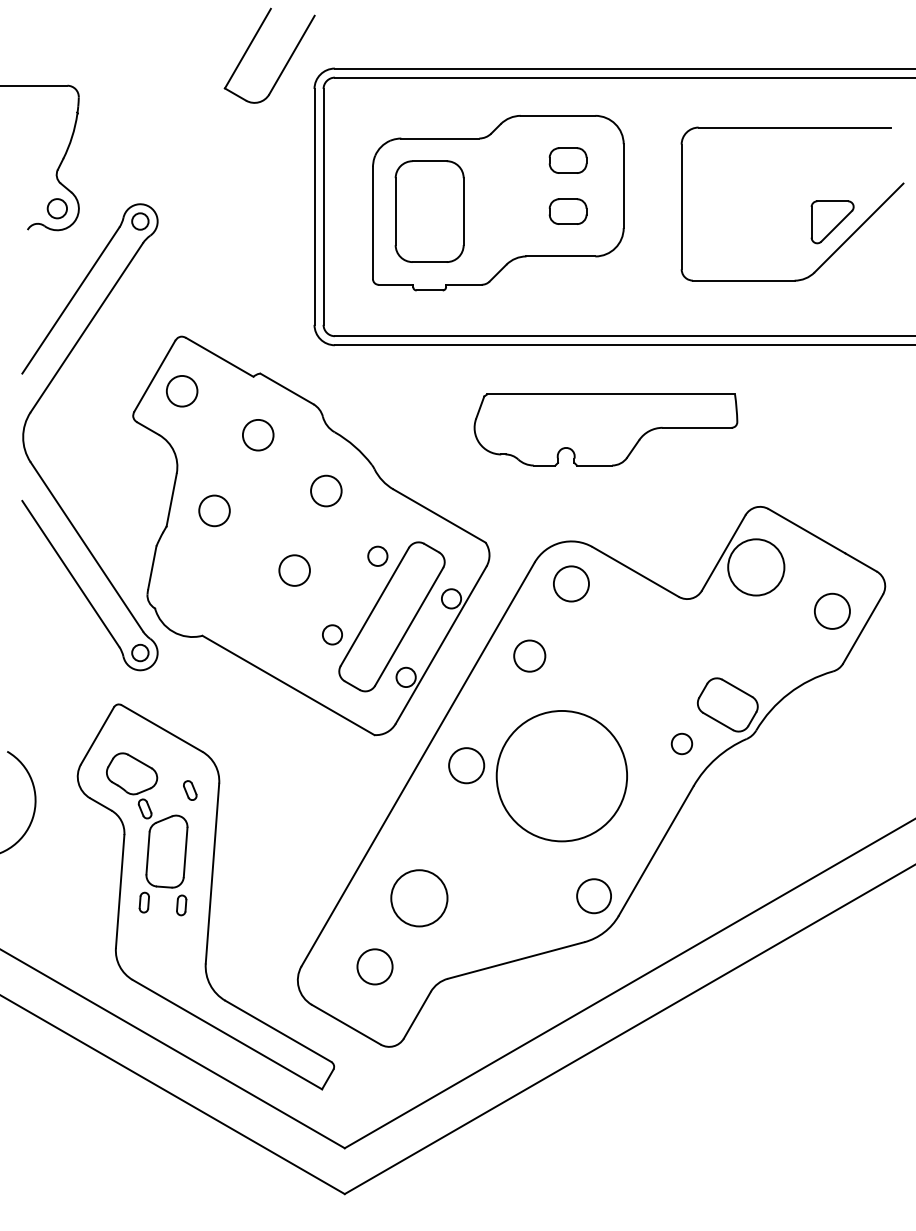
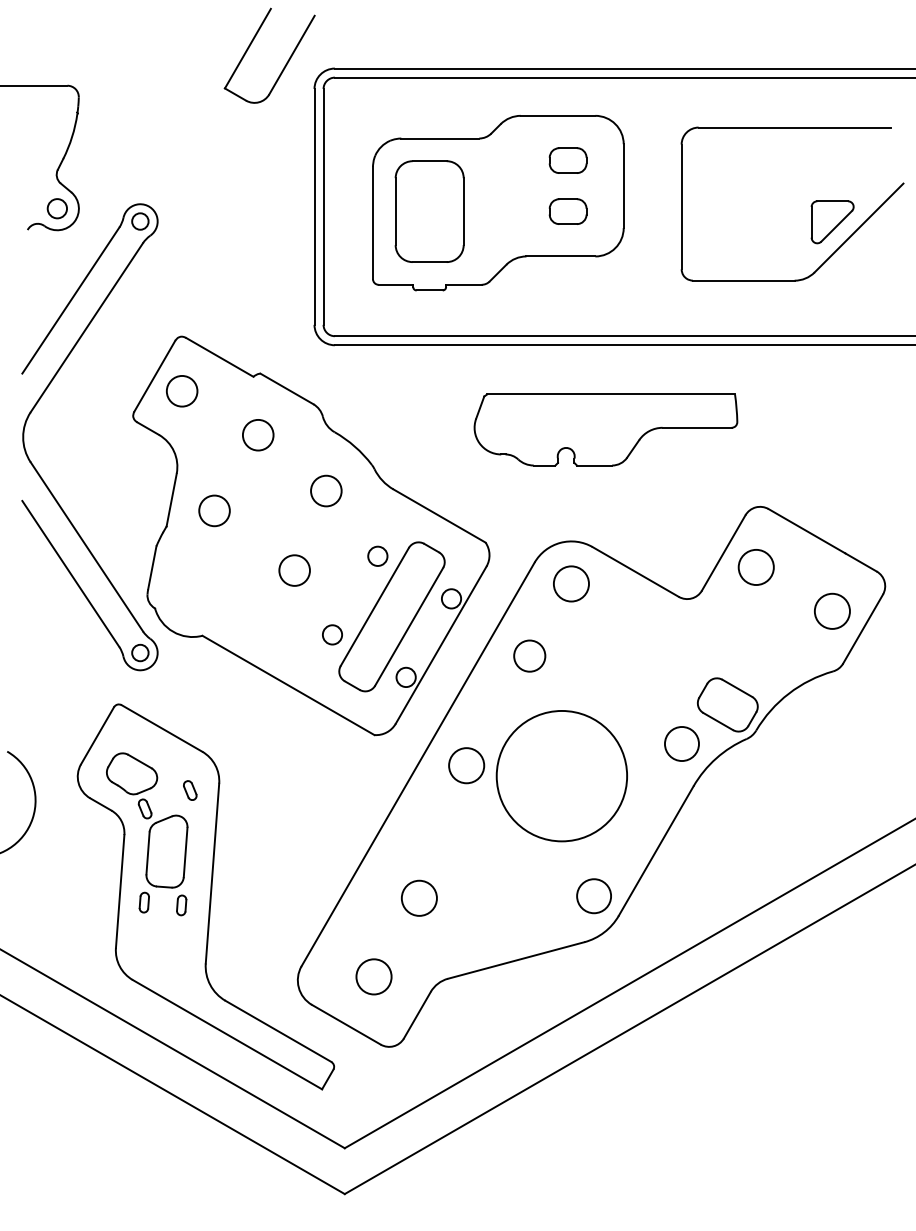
circle at (756, 567) diameter: 56 px -> 35 px
circle at (681, 743) diameter: 20 px -> 34 px
circle at (419, 898) diameter: 56 px -> 35 px
circle at (374, 966) position: (374, 966) -> (373, 976)
